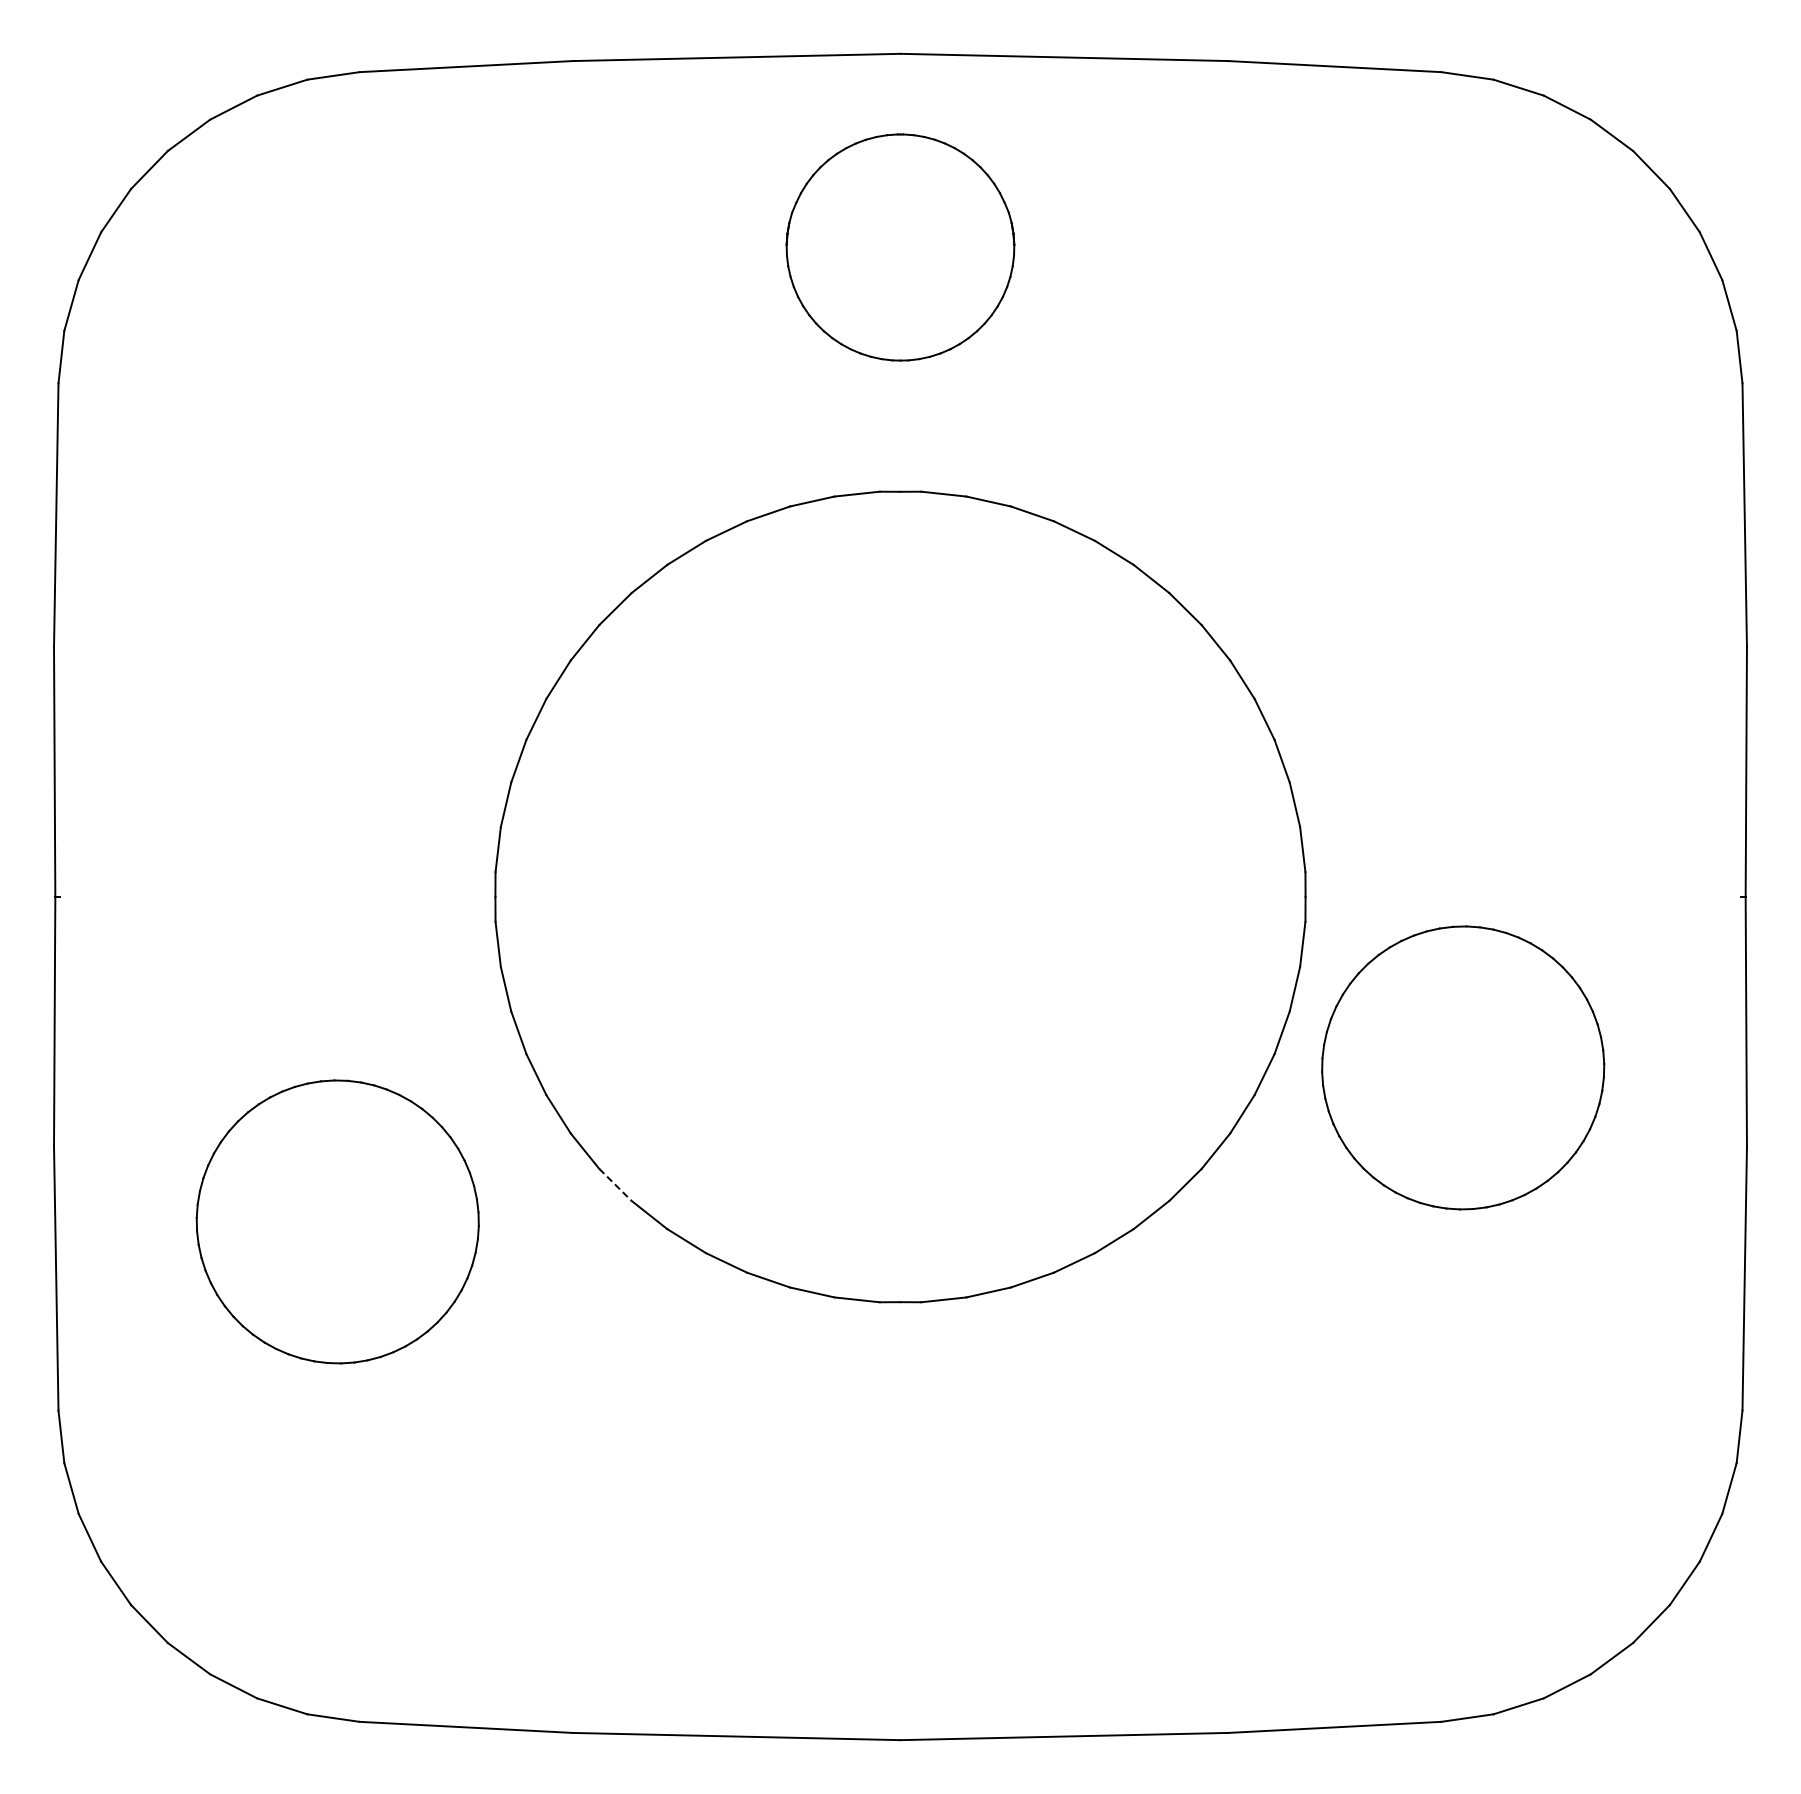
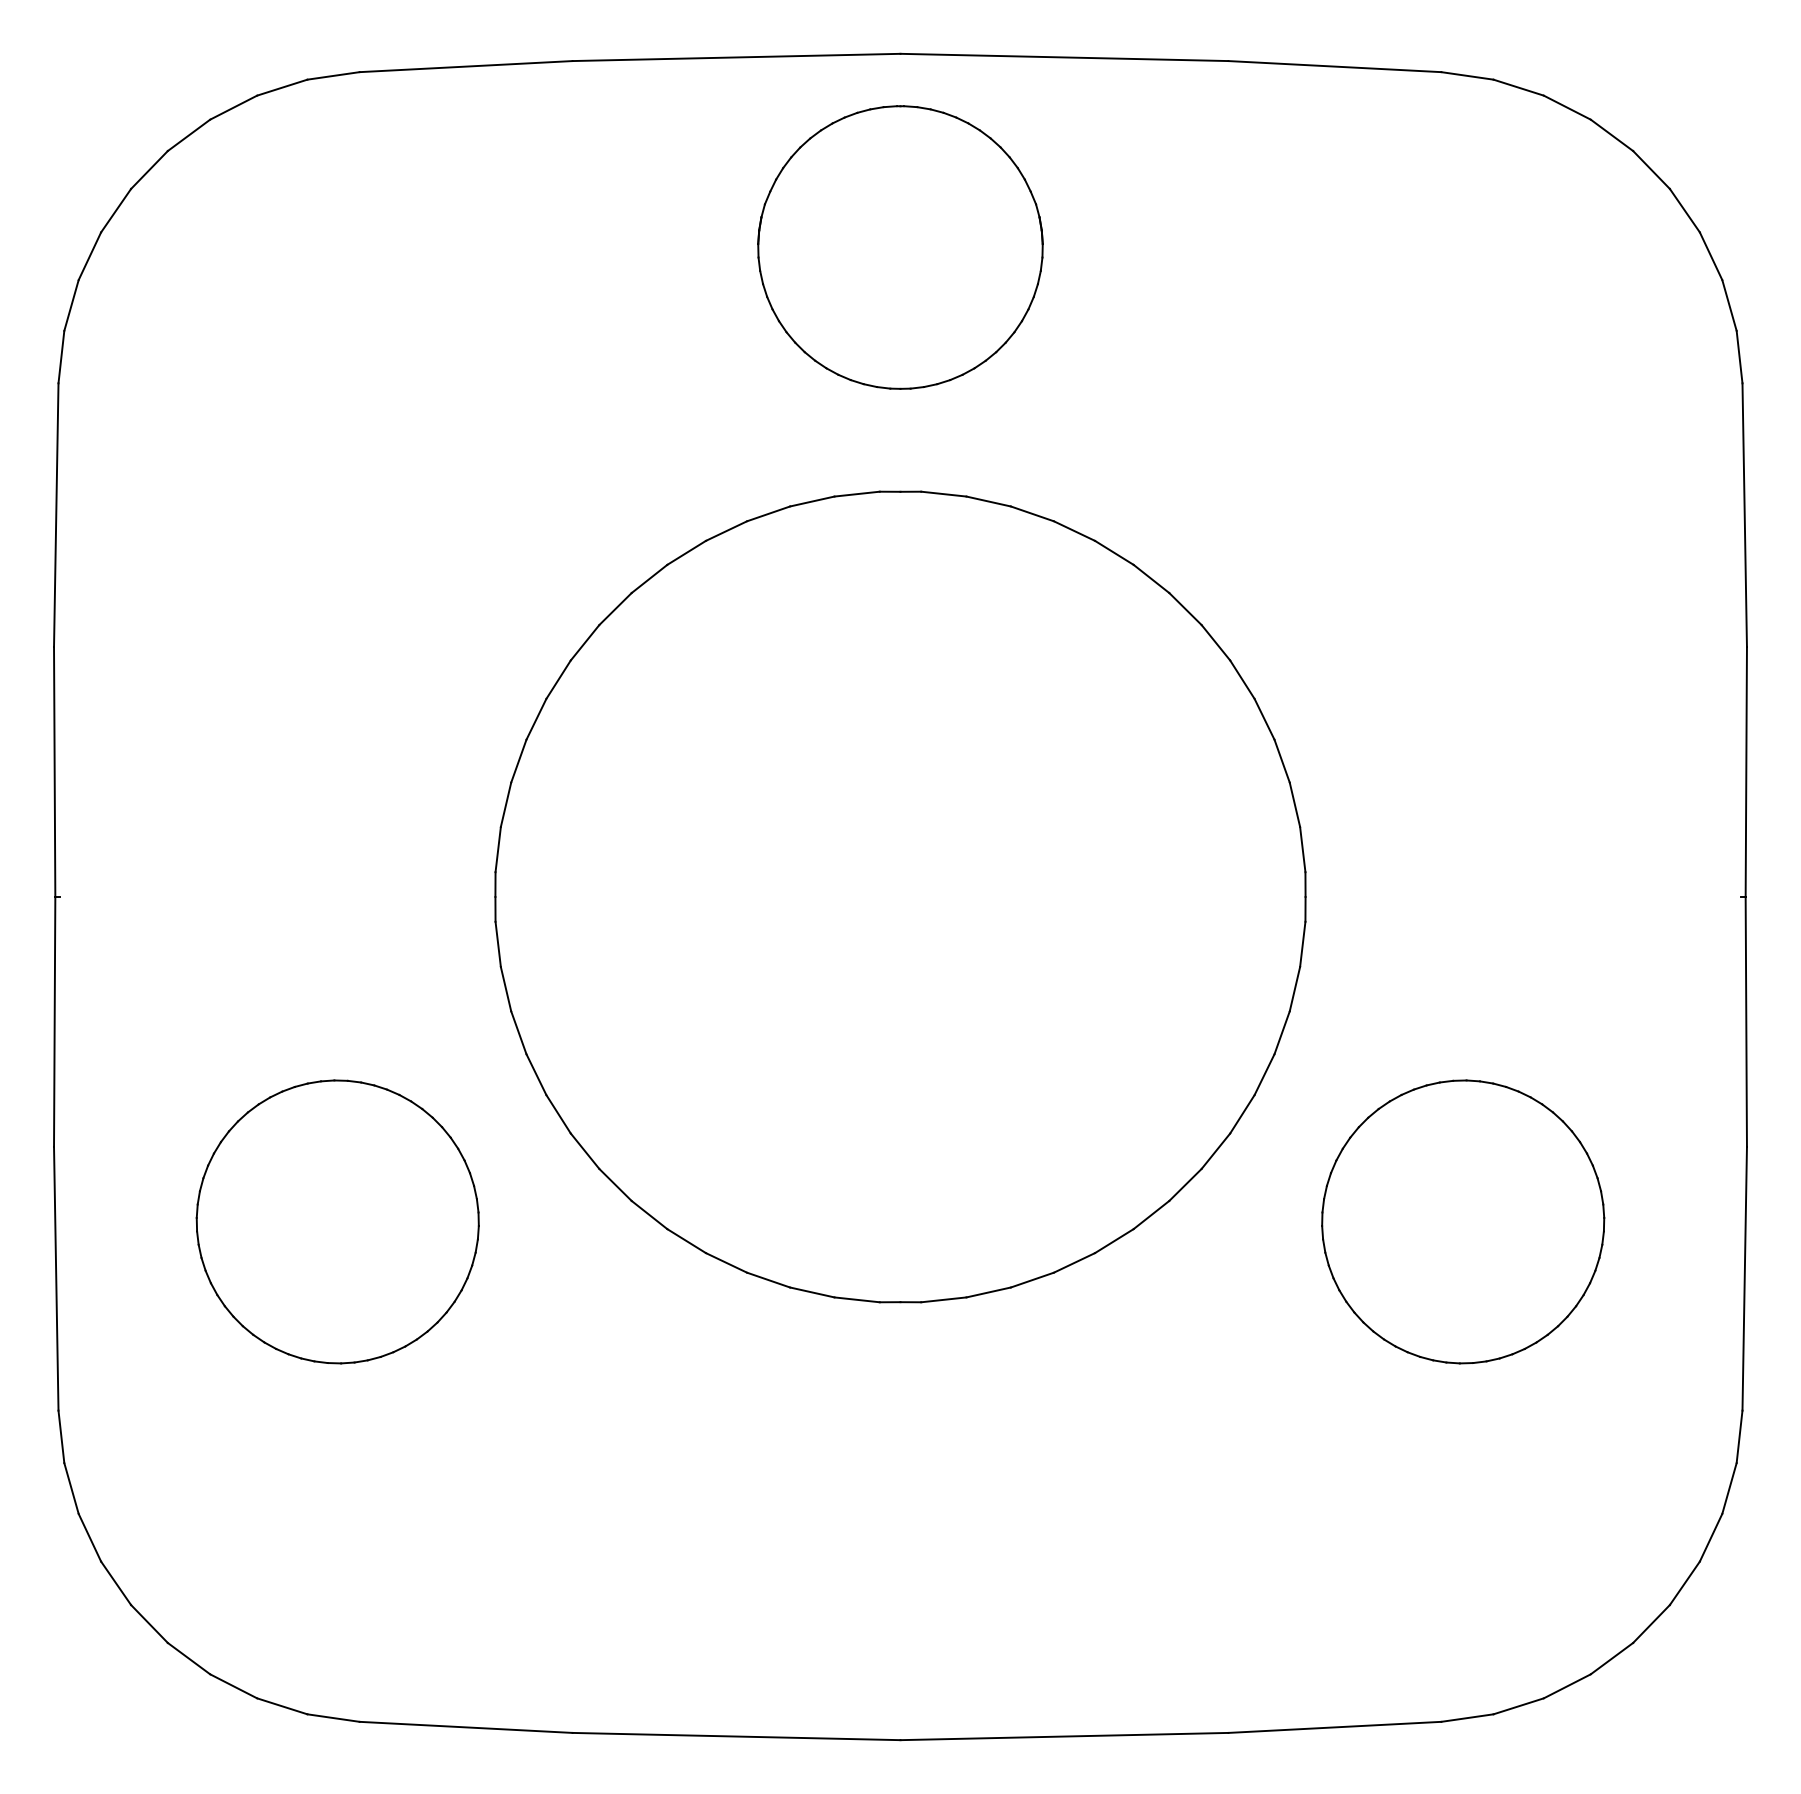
part at (900, 247) size: 231x229 px -> 287x285 px
part at (1463, 1067) position: (1463, 1067) -> (1463, 1221)
line at (615, 1184): dashed -> solid
